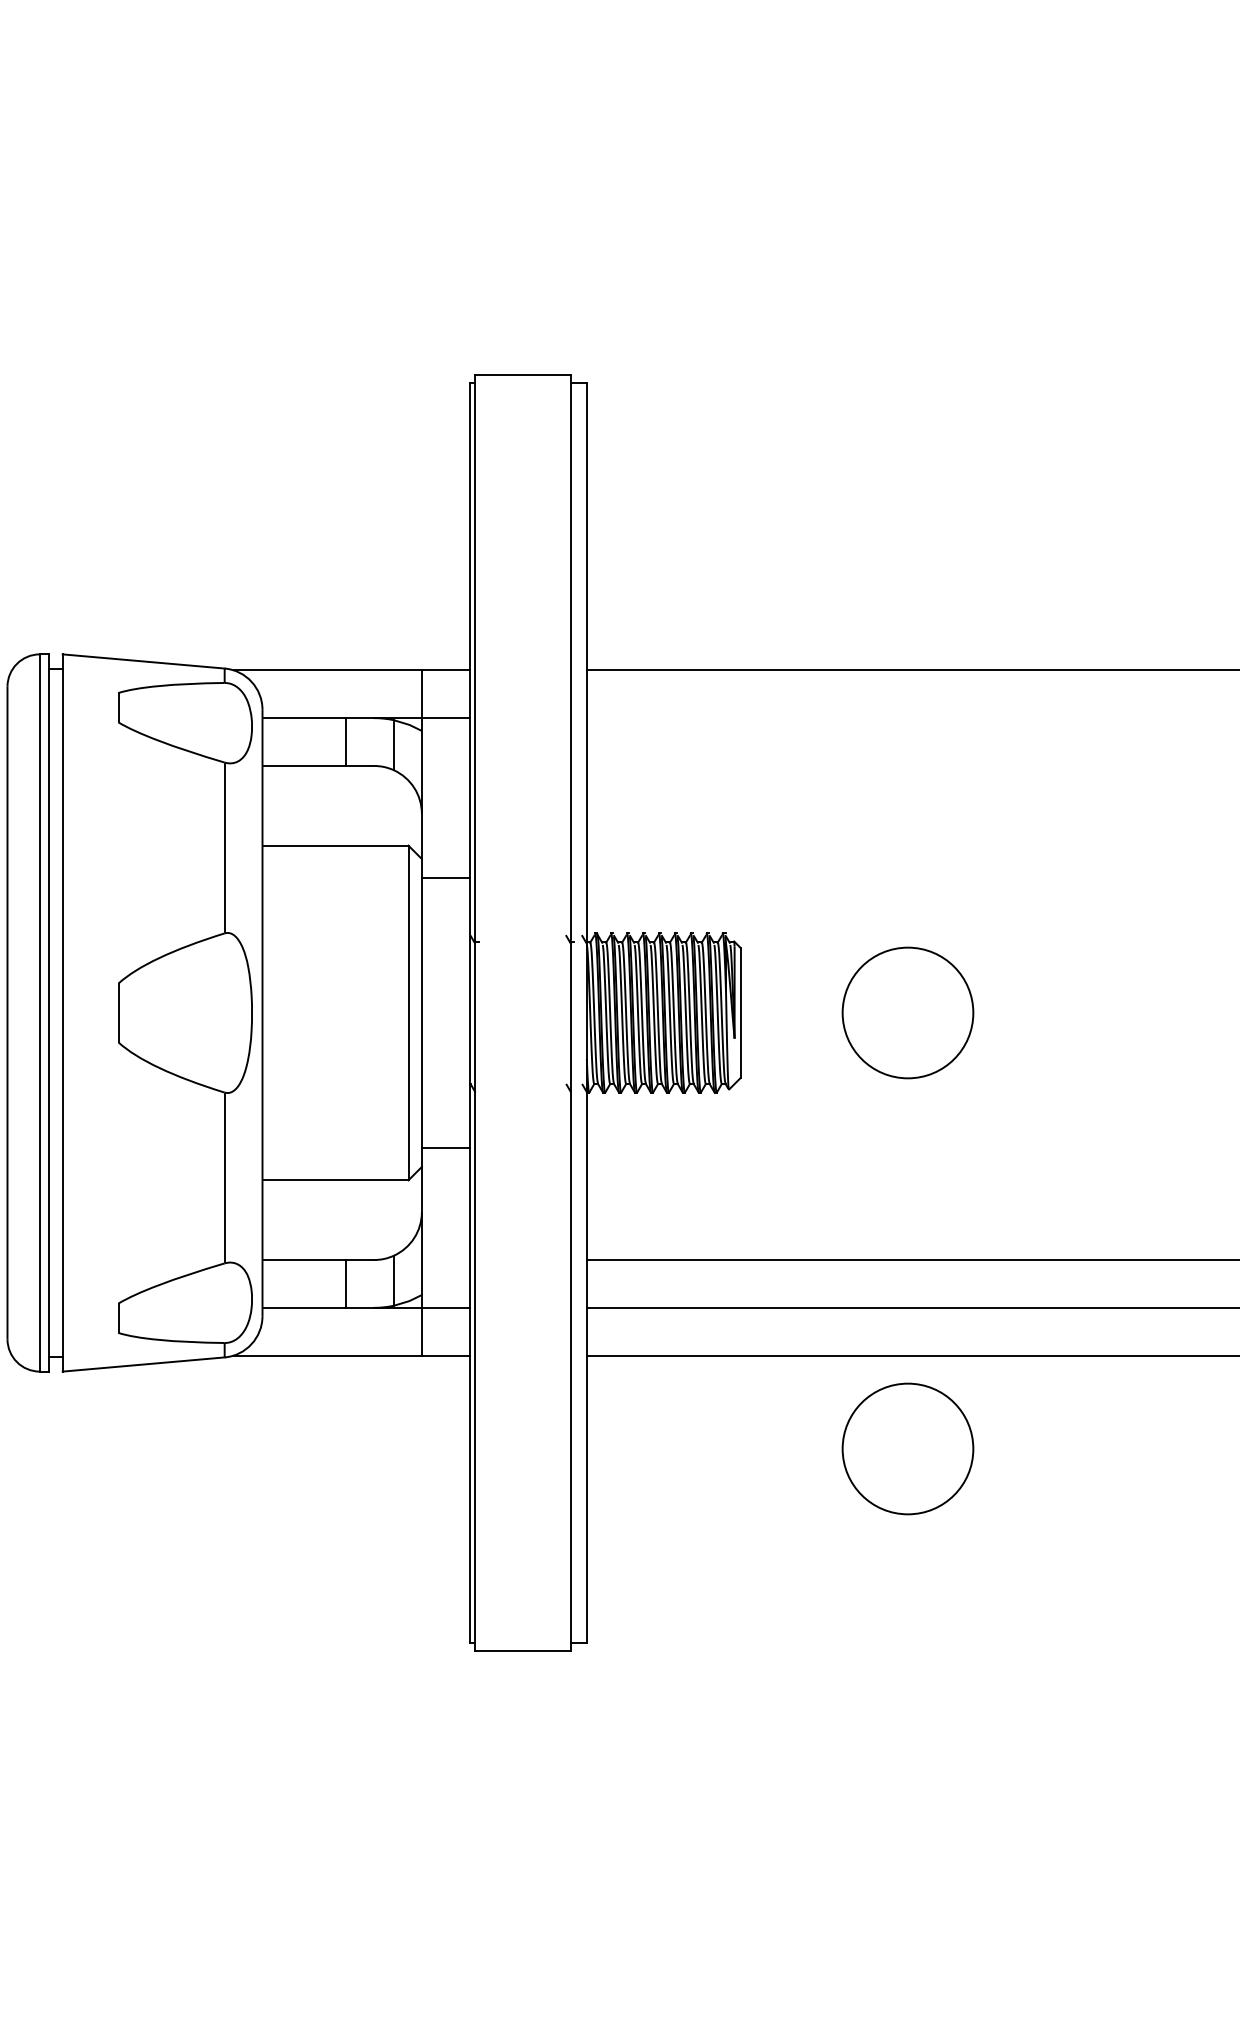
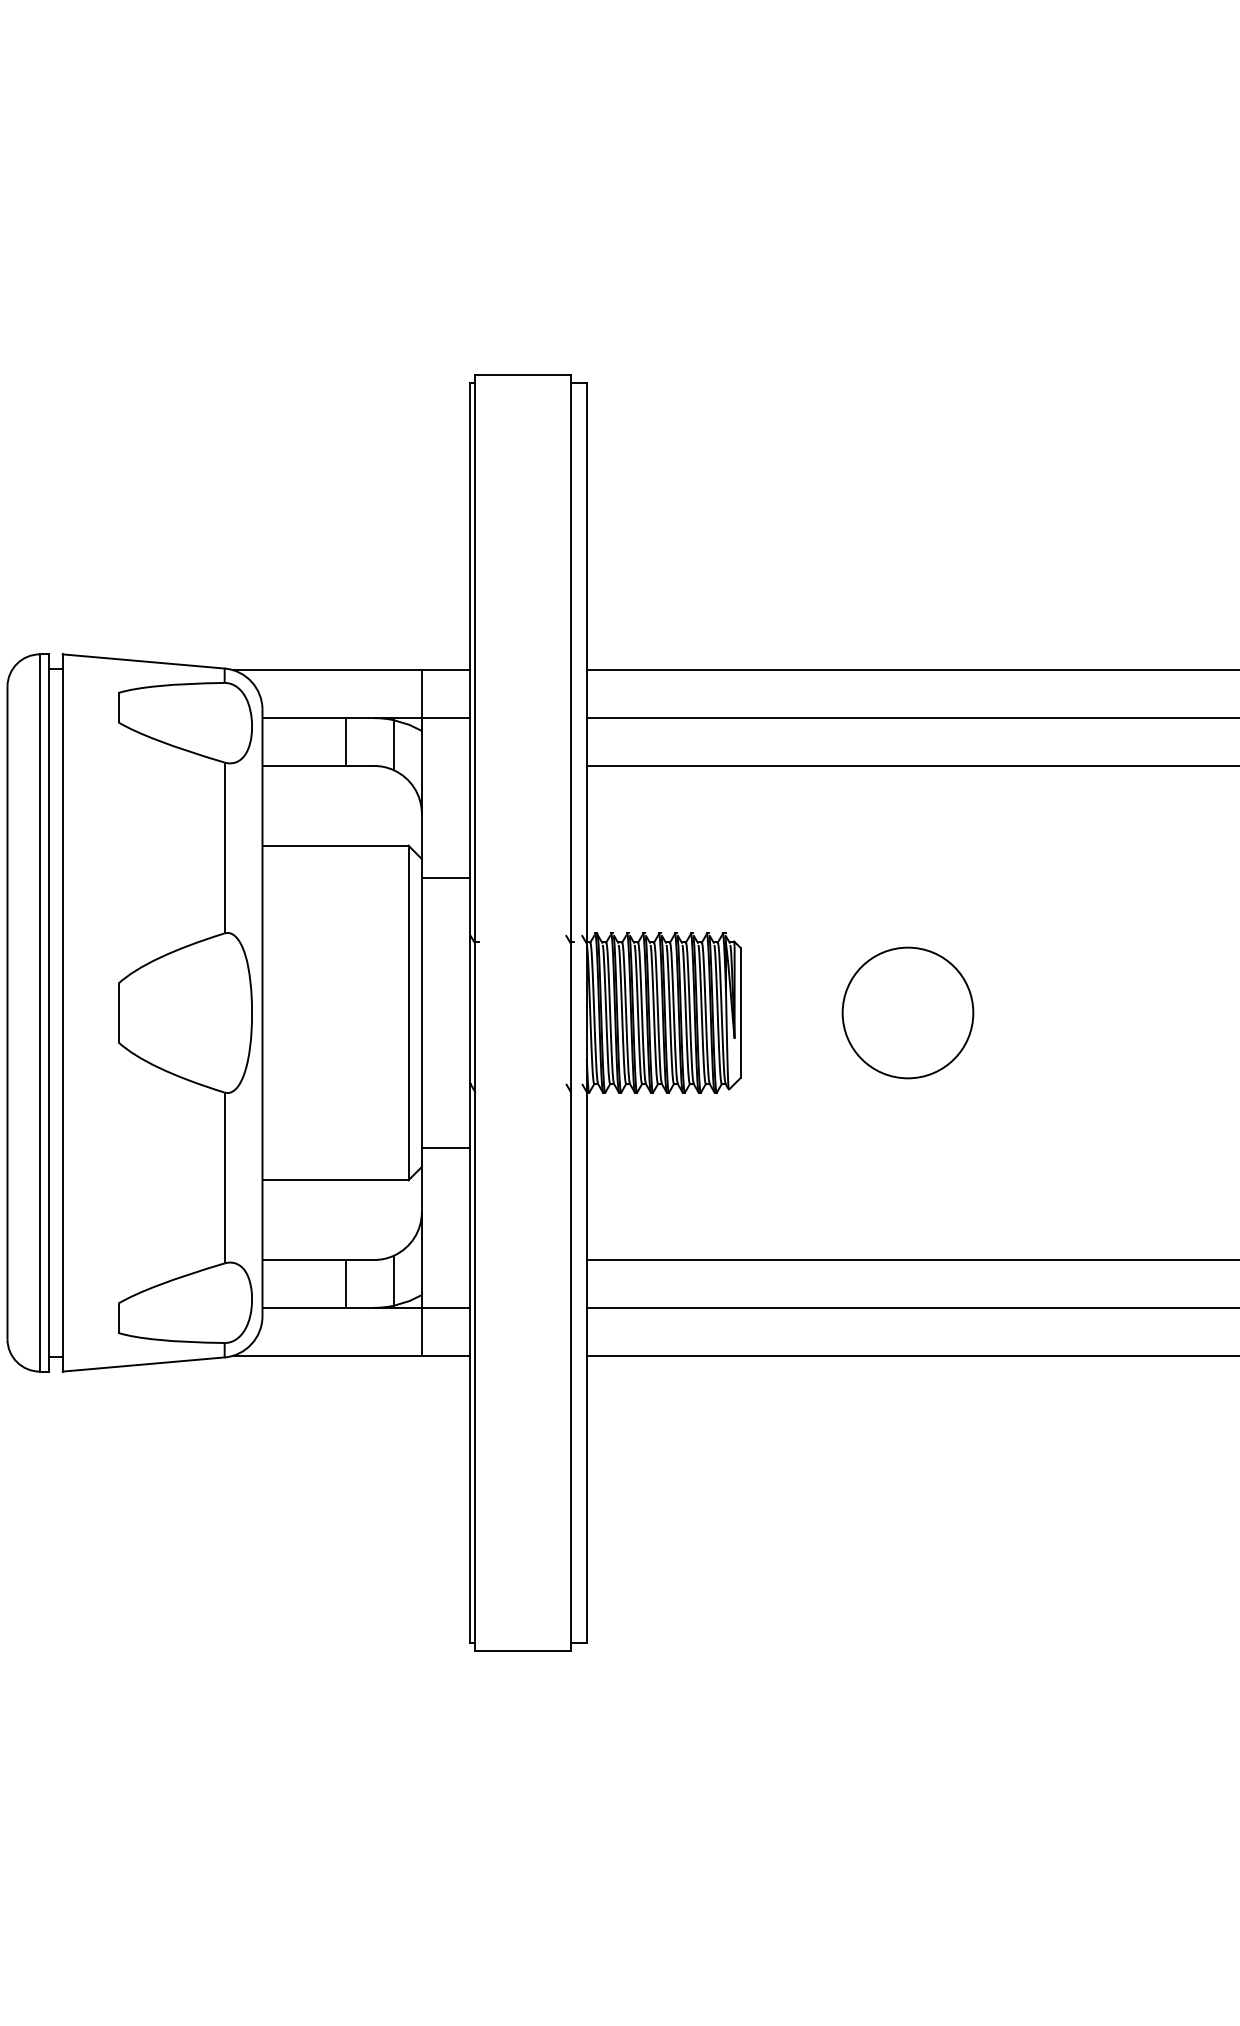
line at (911, 718): none -> present
line at (911, 765): none -> present
circle at (907, 1448): present -> none
